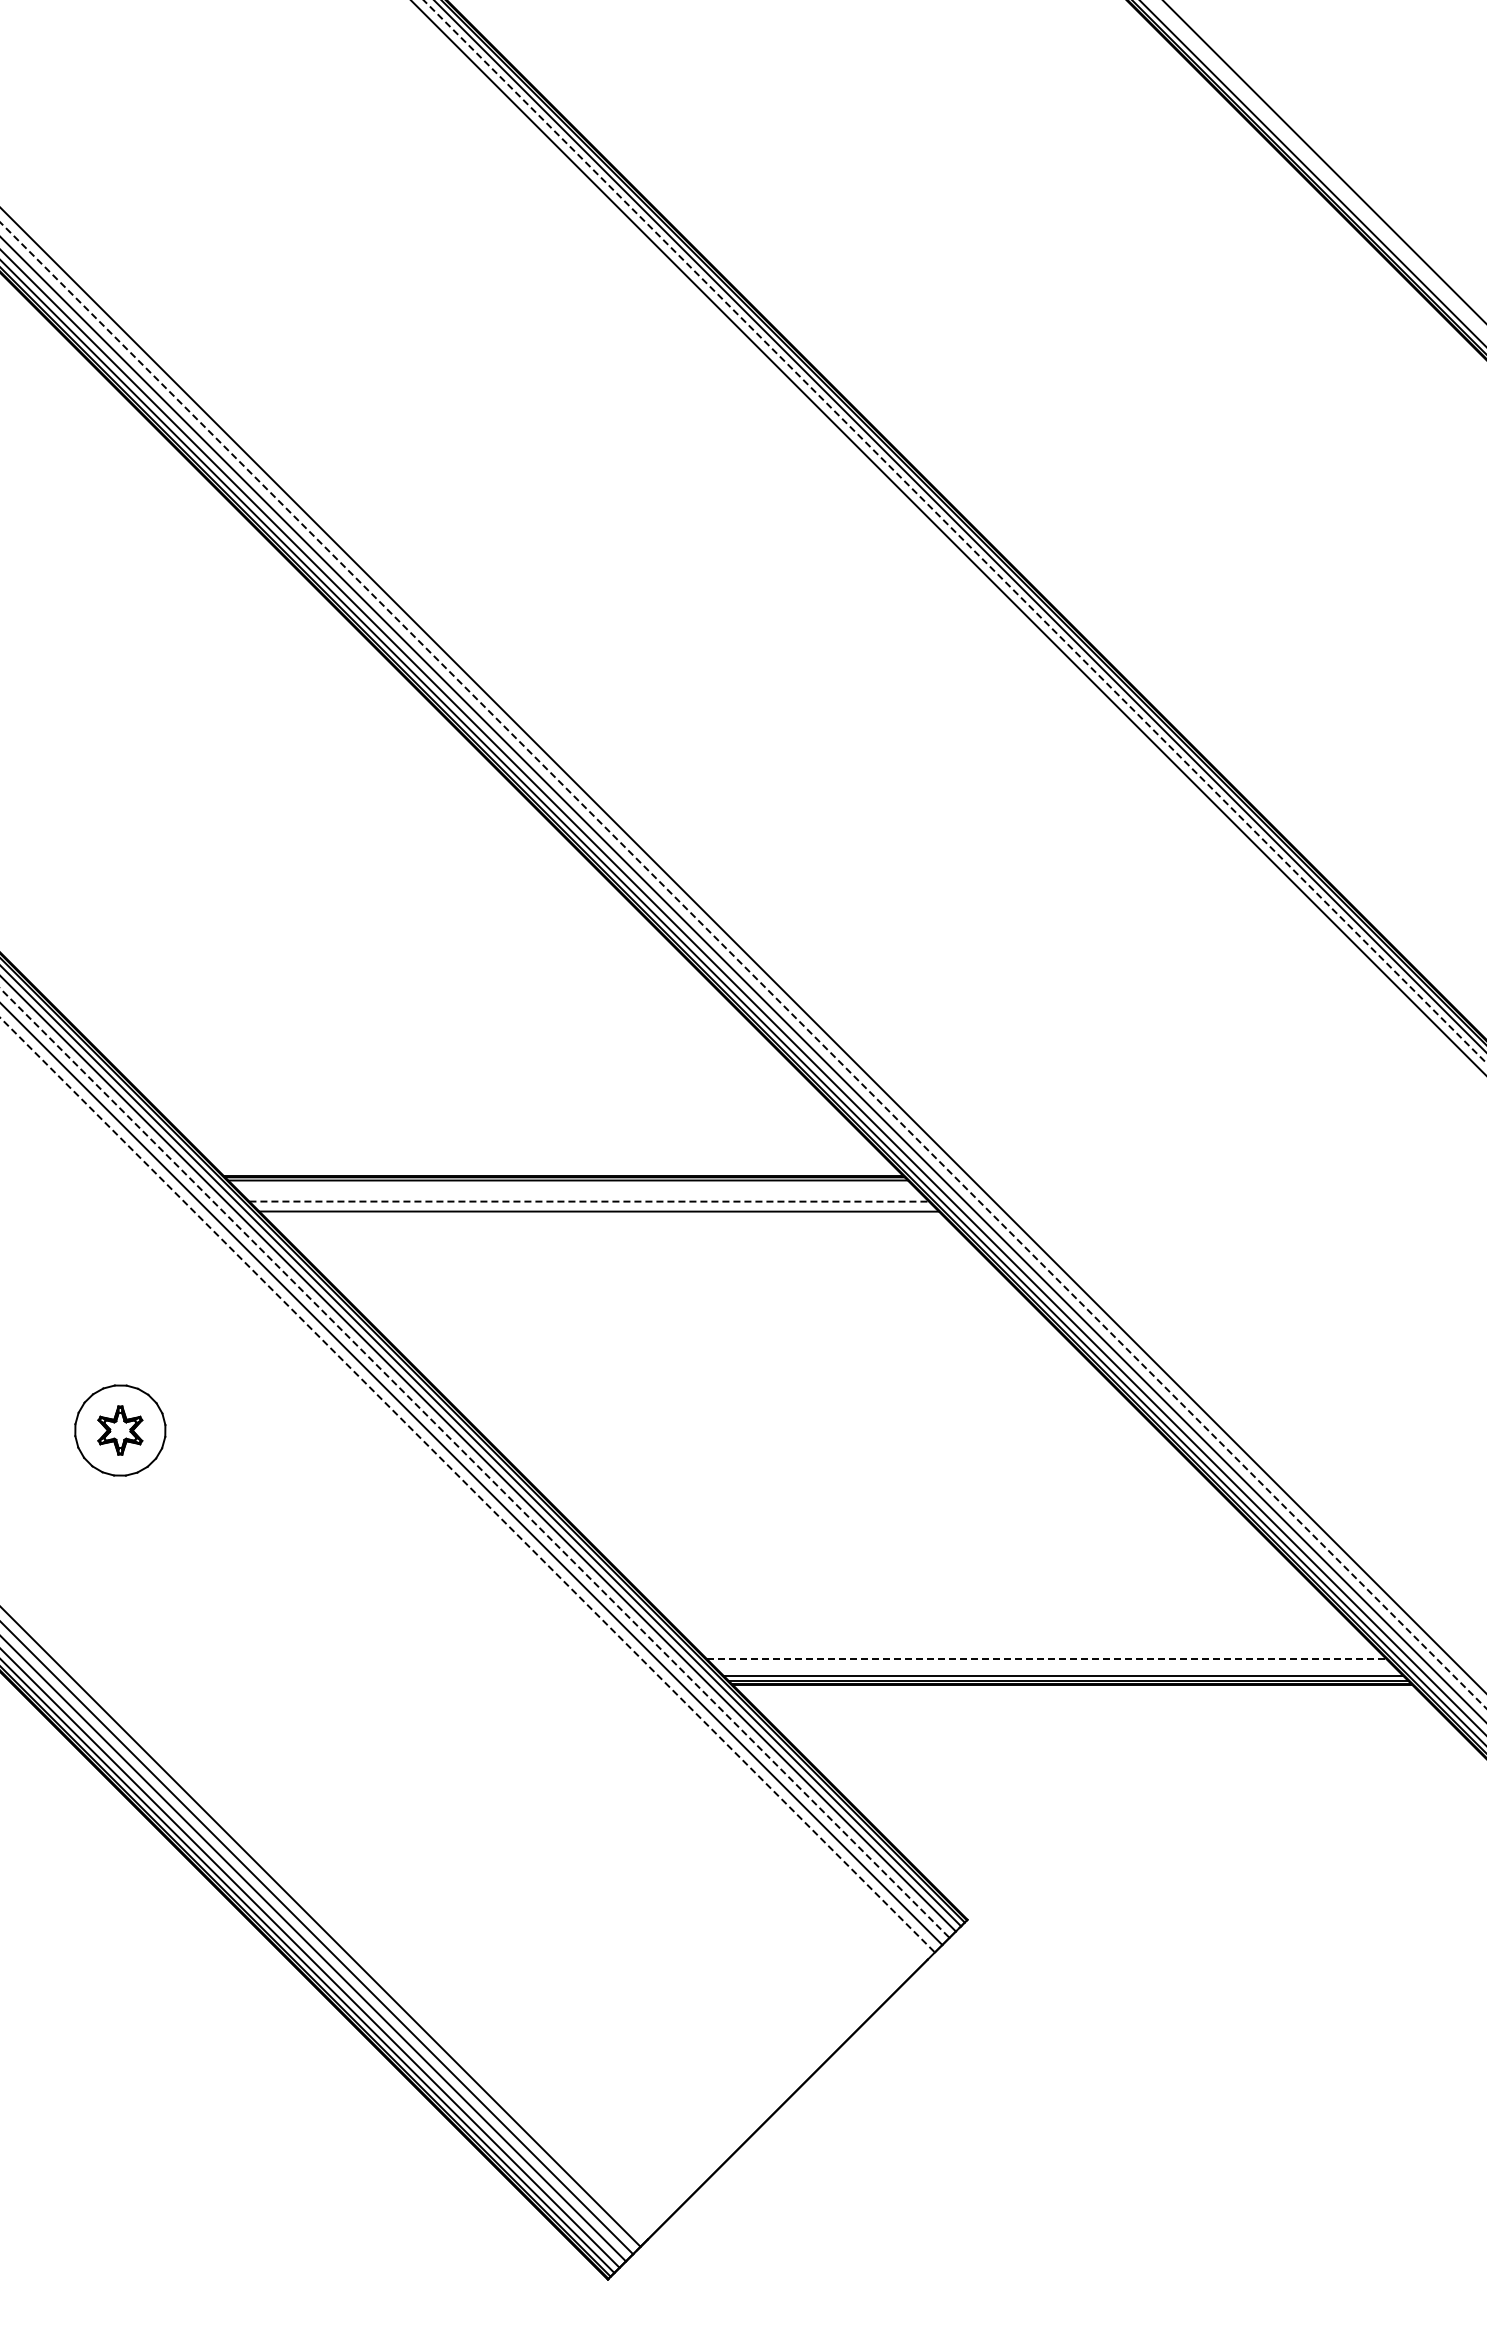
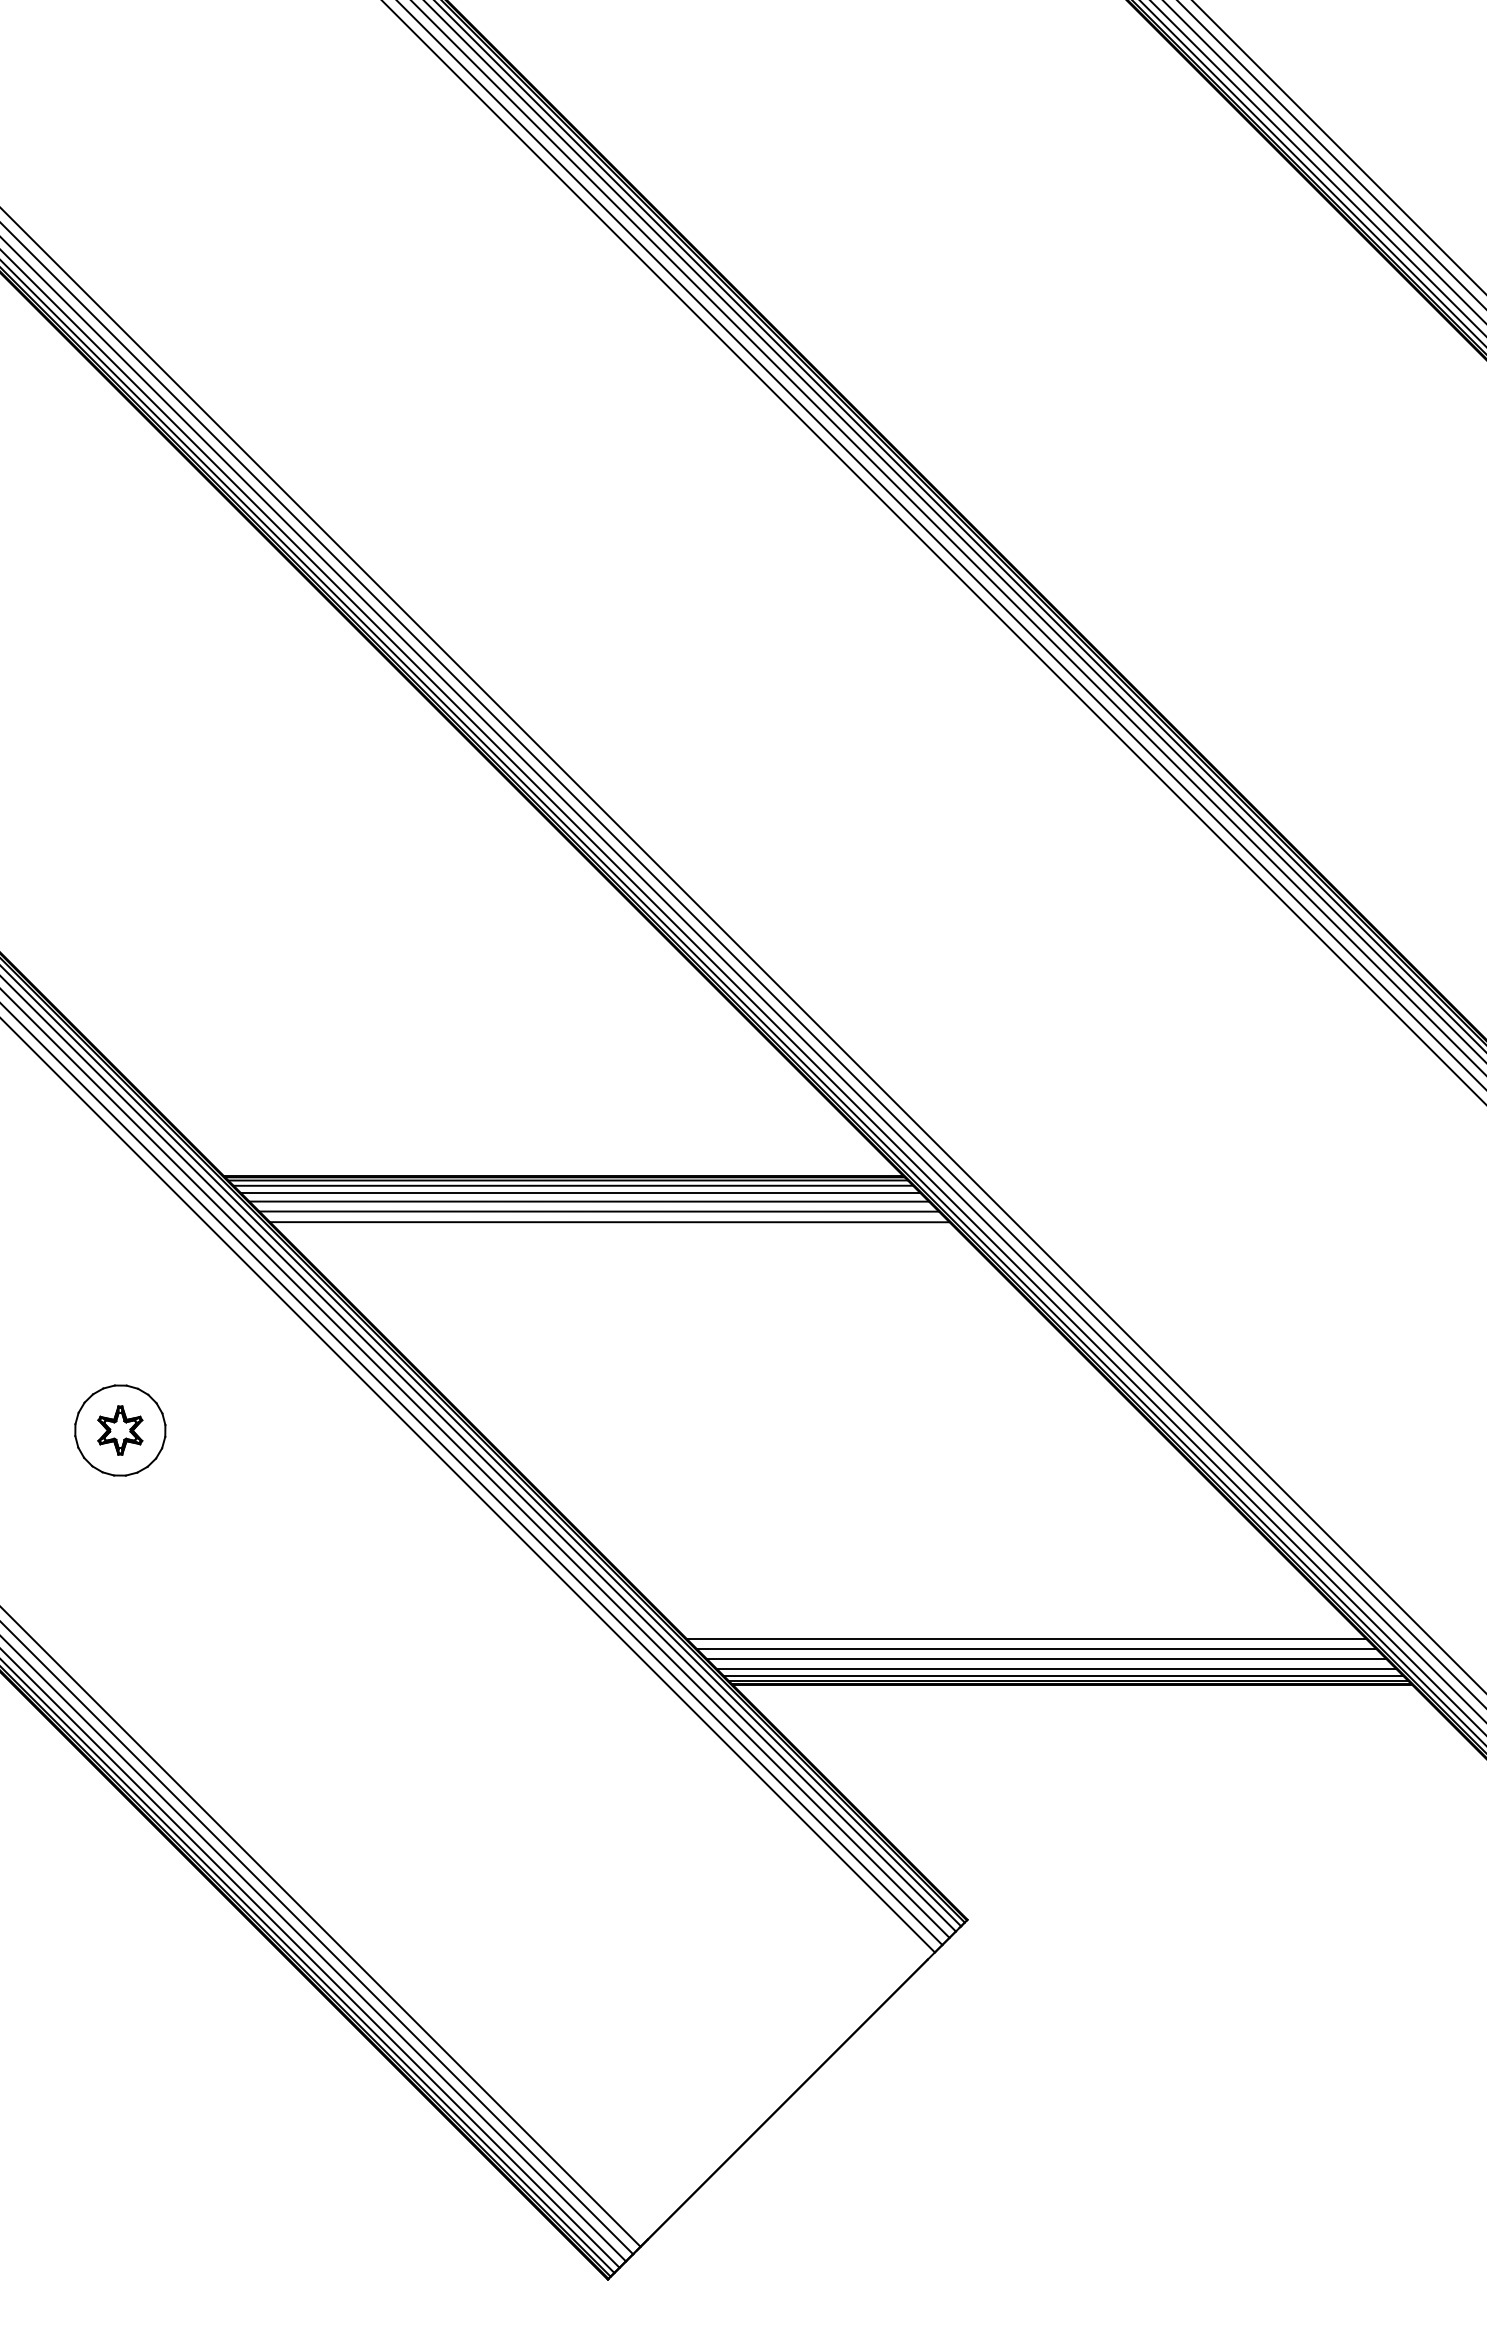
line at (1338, 146): none -> present
line at (1331, 154): none -> present
line at (1317, 168): none -> present
line at (954, 531): dashed -> solid
line at (940, 544): none -> present
line at (933, 552): none -> present
line at (743, 965): dashed -> solid
line at (573, 1185): none -> present
line at (580, 1192): none -> present
line at (589, 1201): dashed -> solid
line at (609, 1222): none -> present
line at (475, 1463): dashed -> solid
line at (467, 1485): dashed -> solid
line at (1026, 1638): none -> present
line at (1036, 1649): none -> present
line at (1047, 1659): dashed -> solid
line at (1055, 1668): none -> present
